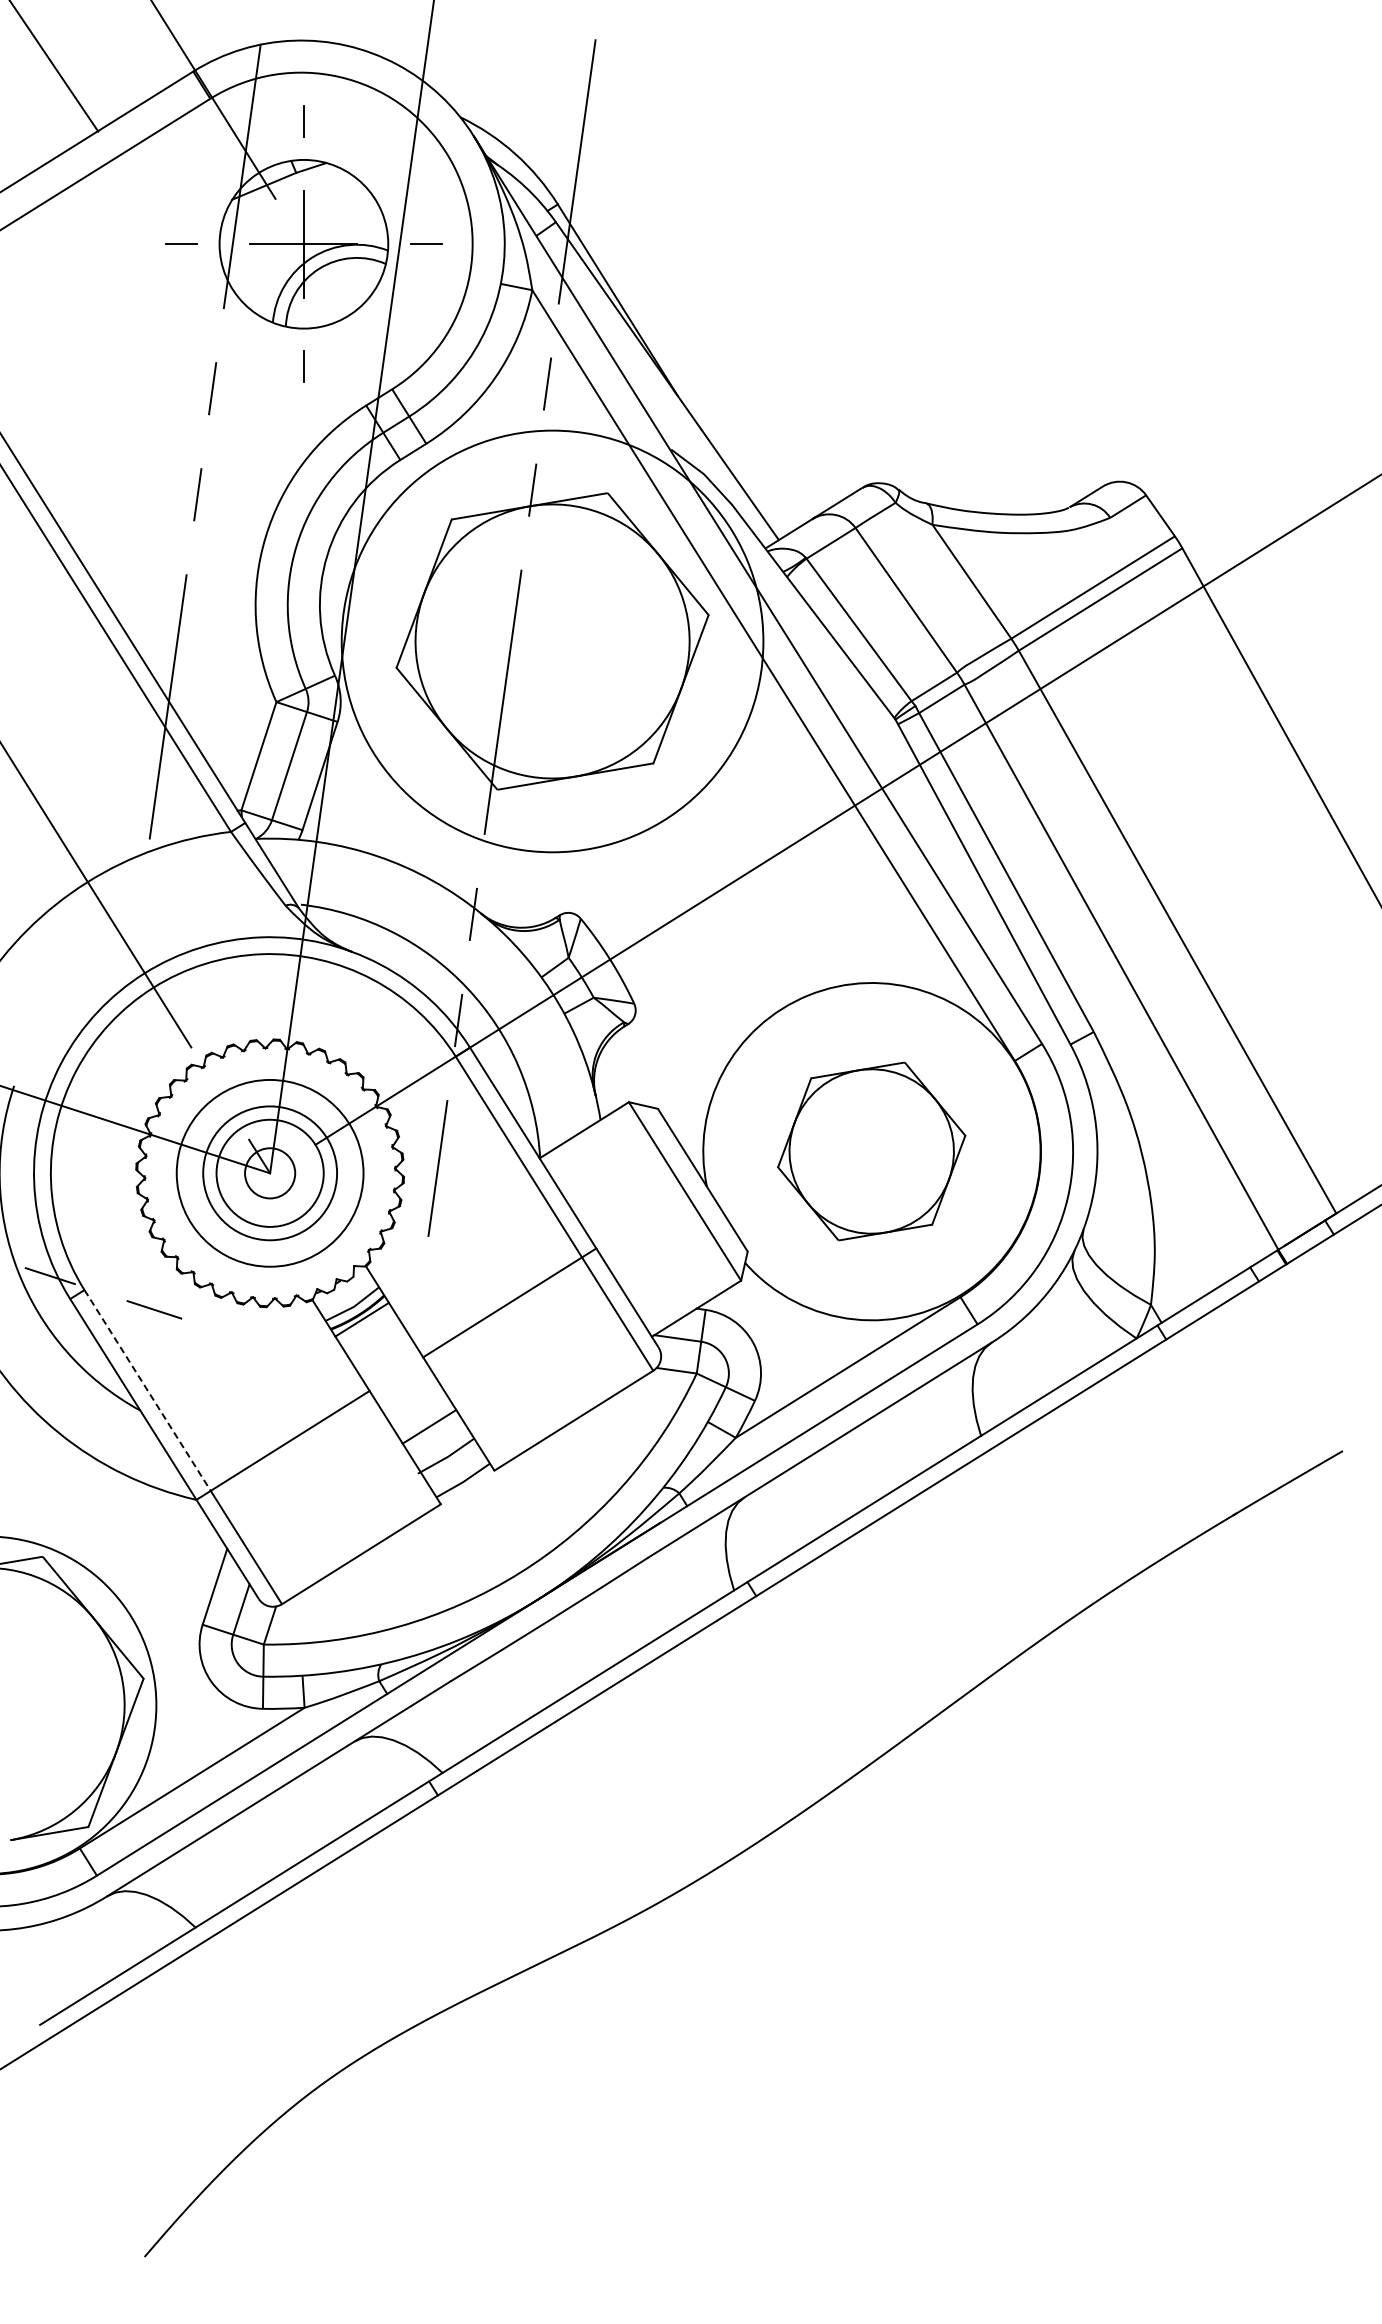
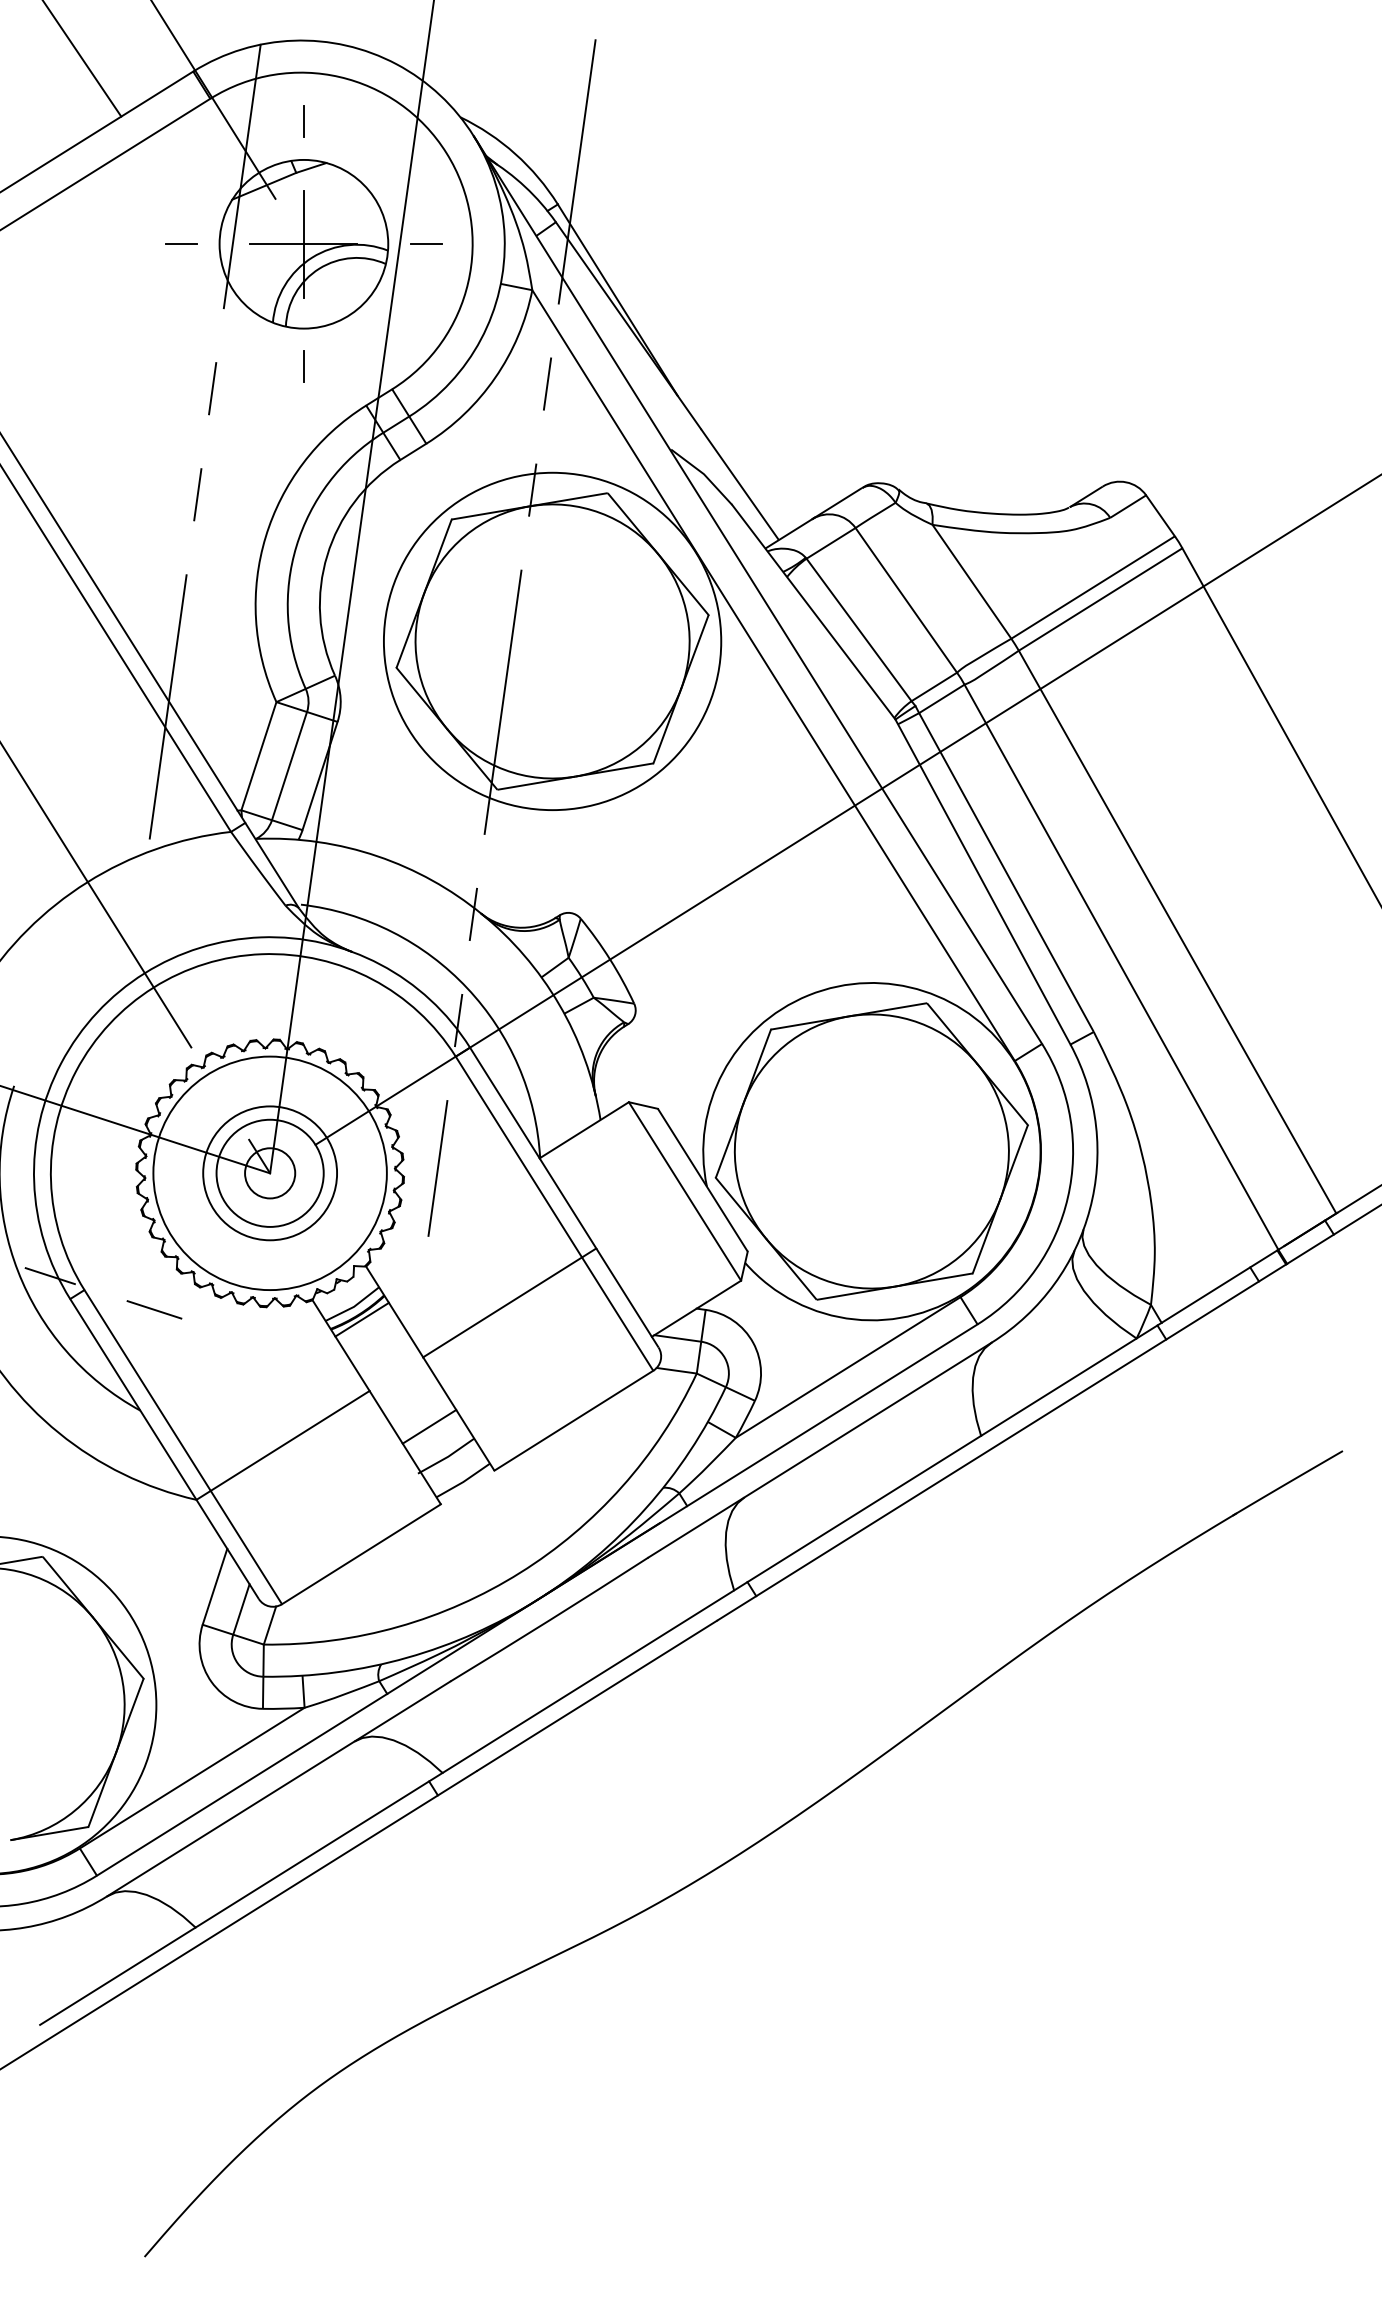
line at (54, 66) position: (54, 66) -> (82, 59)
circle at (552, 641) diameter: 422 px -> 337 px
part at (871, 1151) size: 190x181 px -> 315x299 px
circle at (269, 1172) diameter: 187 px -> 233 px
line at (147, 1390): dashed -> solid
